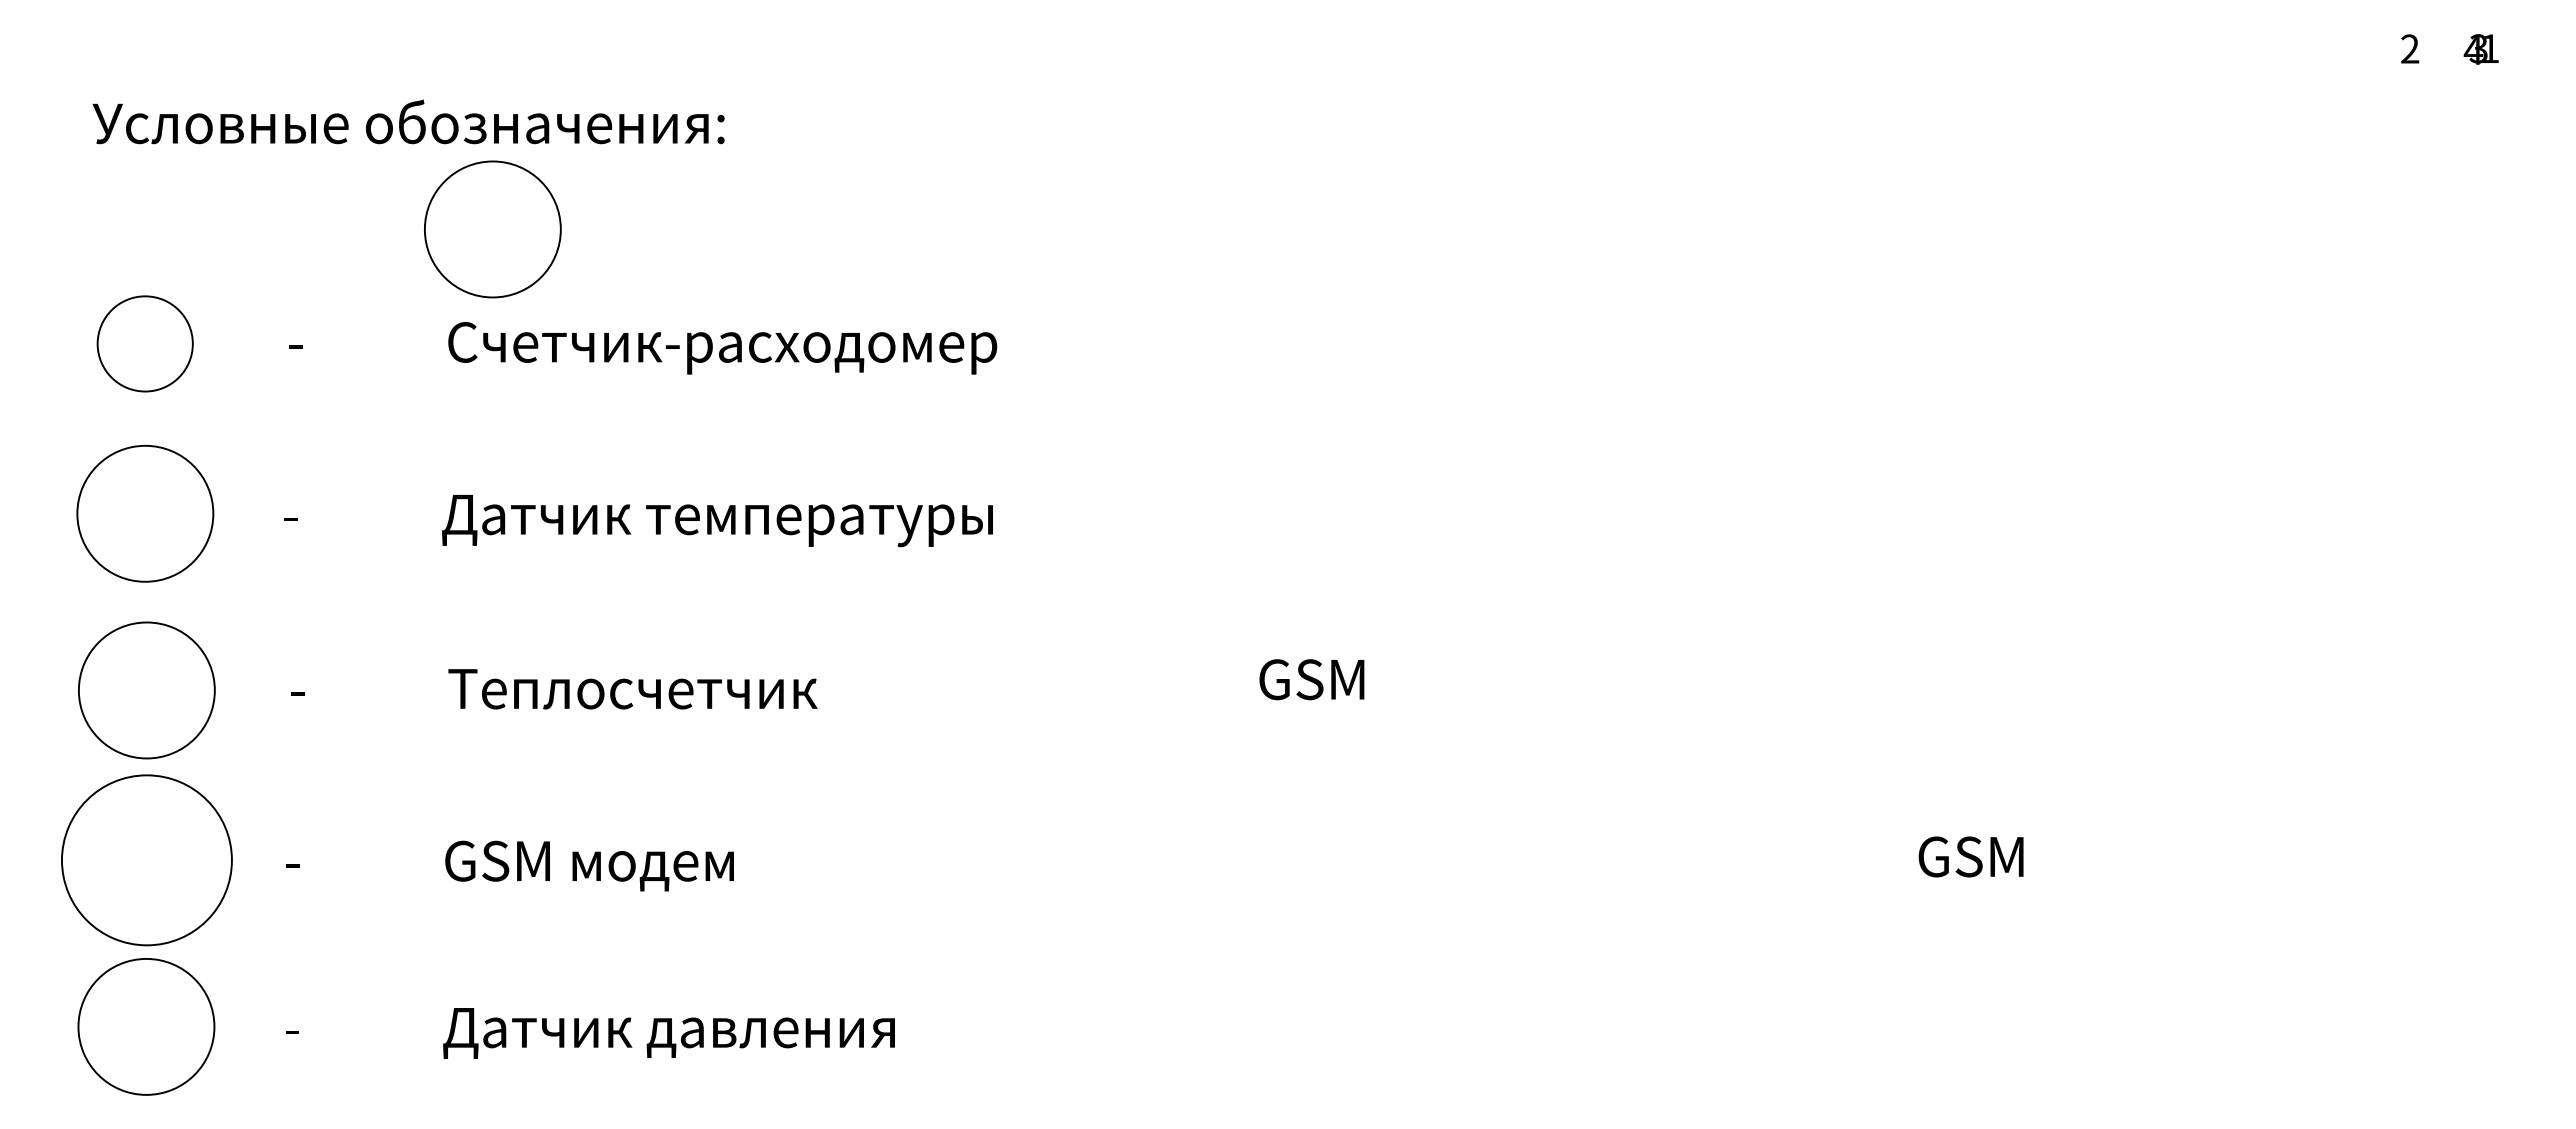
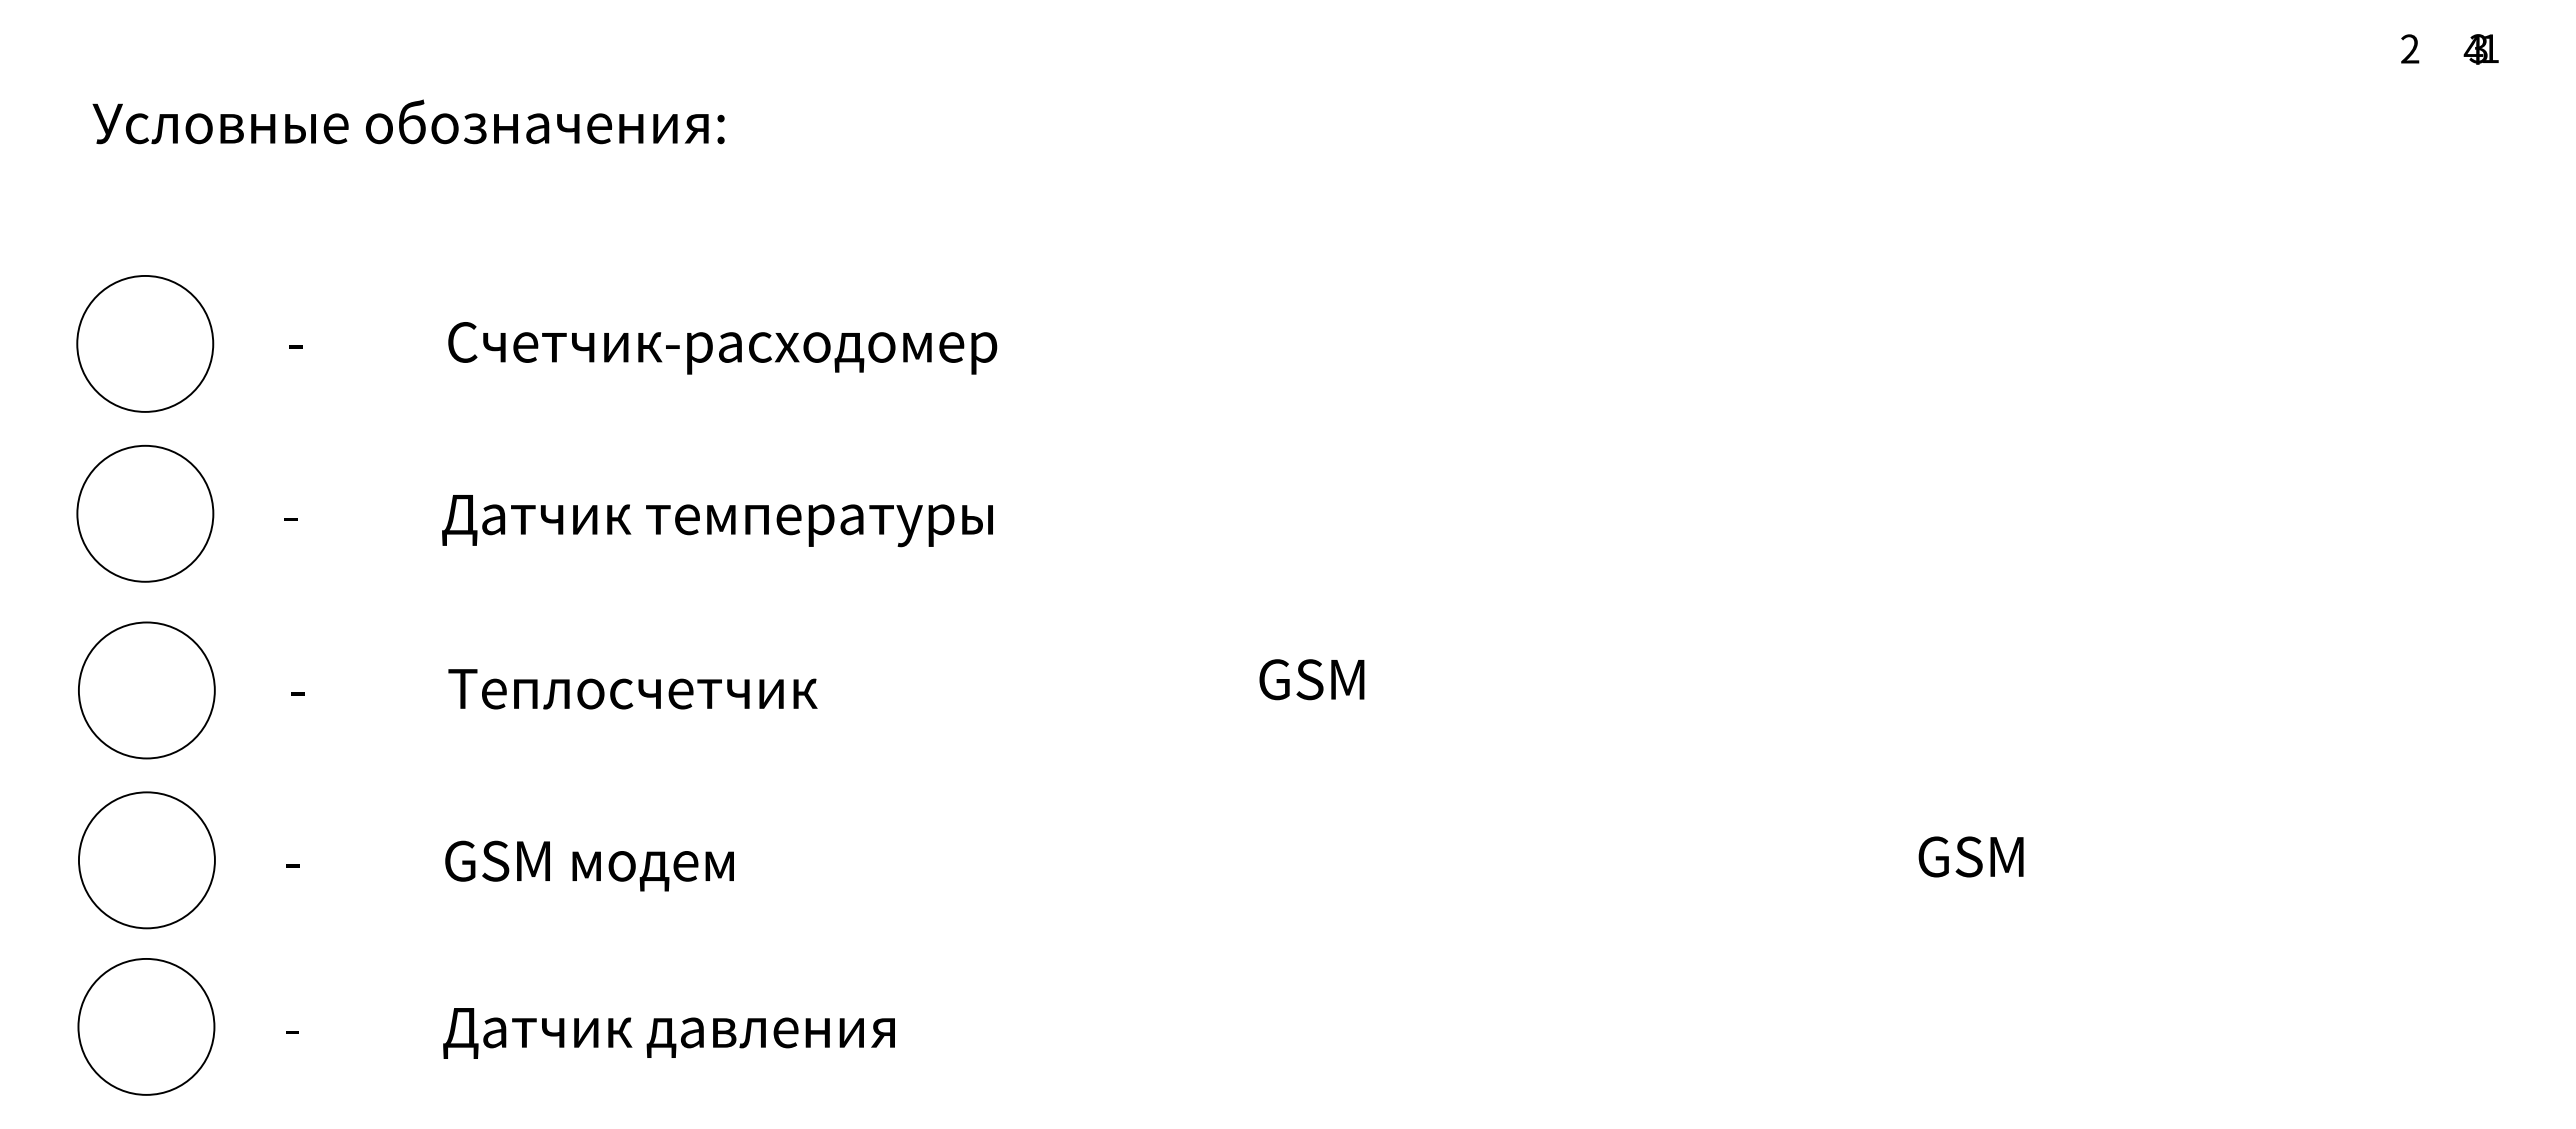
circle at (492, 229): present -> none
circle at (144, 343) diameter: 95 px -> 136 px
circle at (146, 860) diameter: 170 px -> 136 px
